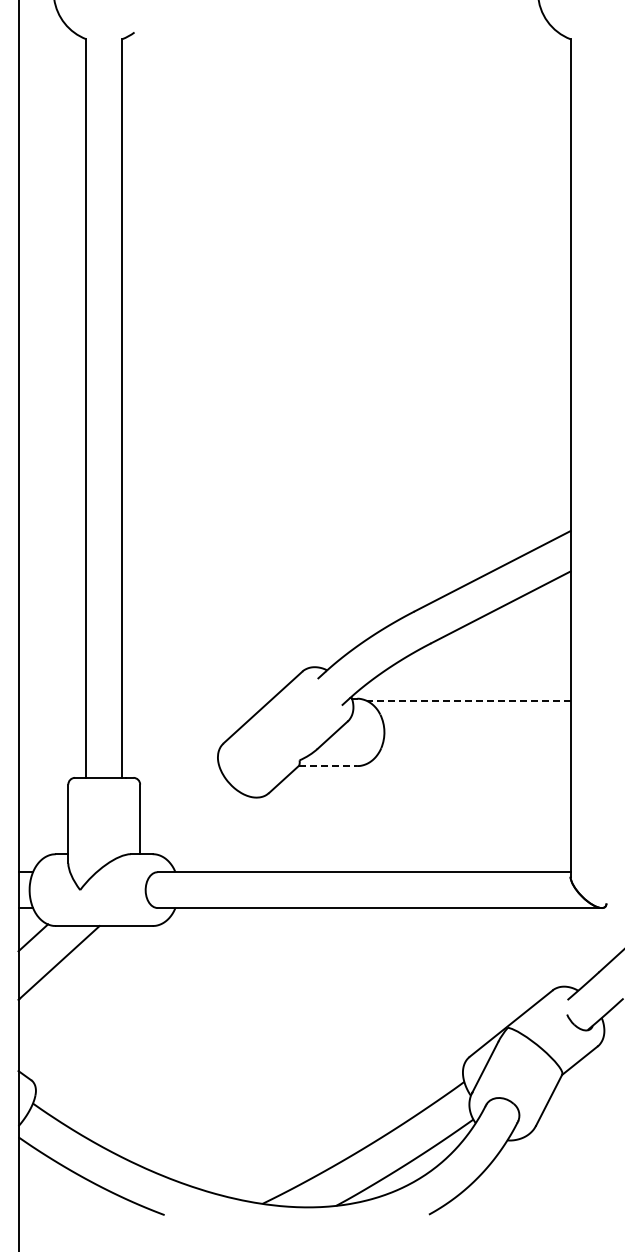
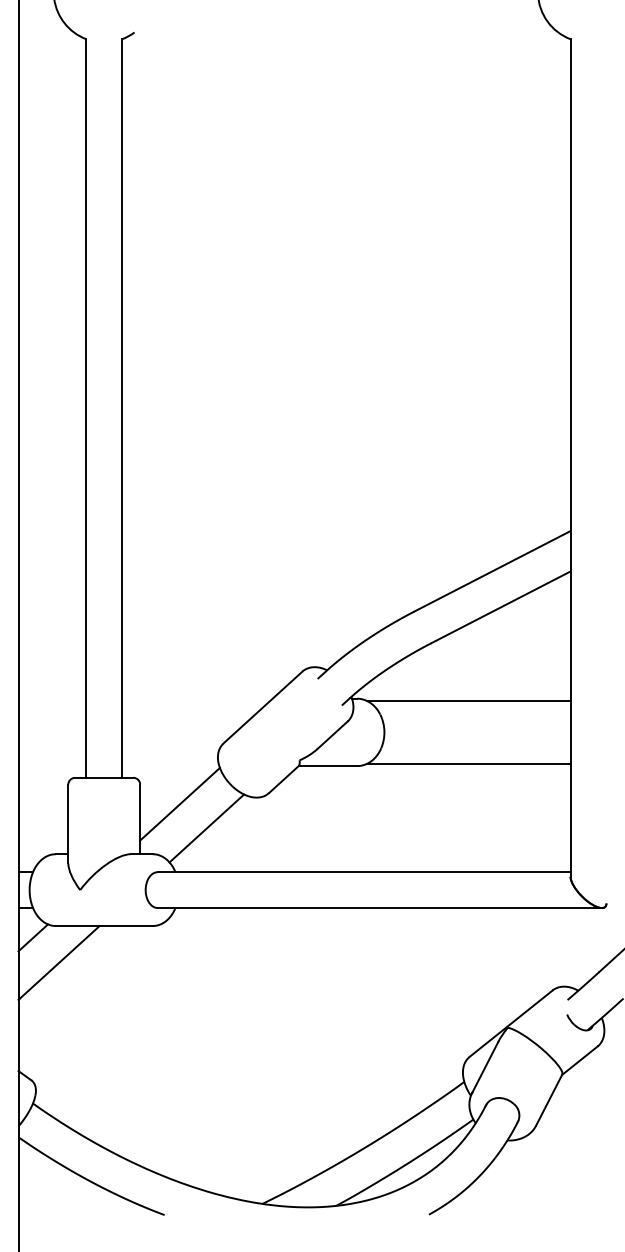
line at (468, 700): dashed -> solid
line at (468, 763): none -> present
line at (328, 766): dashed -> solid
line at (179, 803): none -> present
line at (206, 828): none -> present
